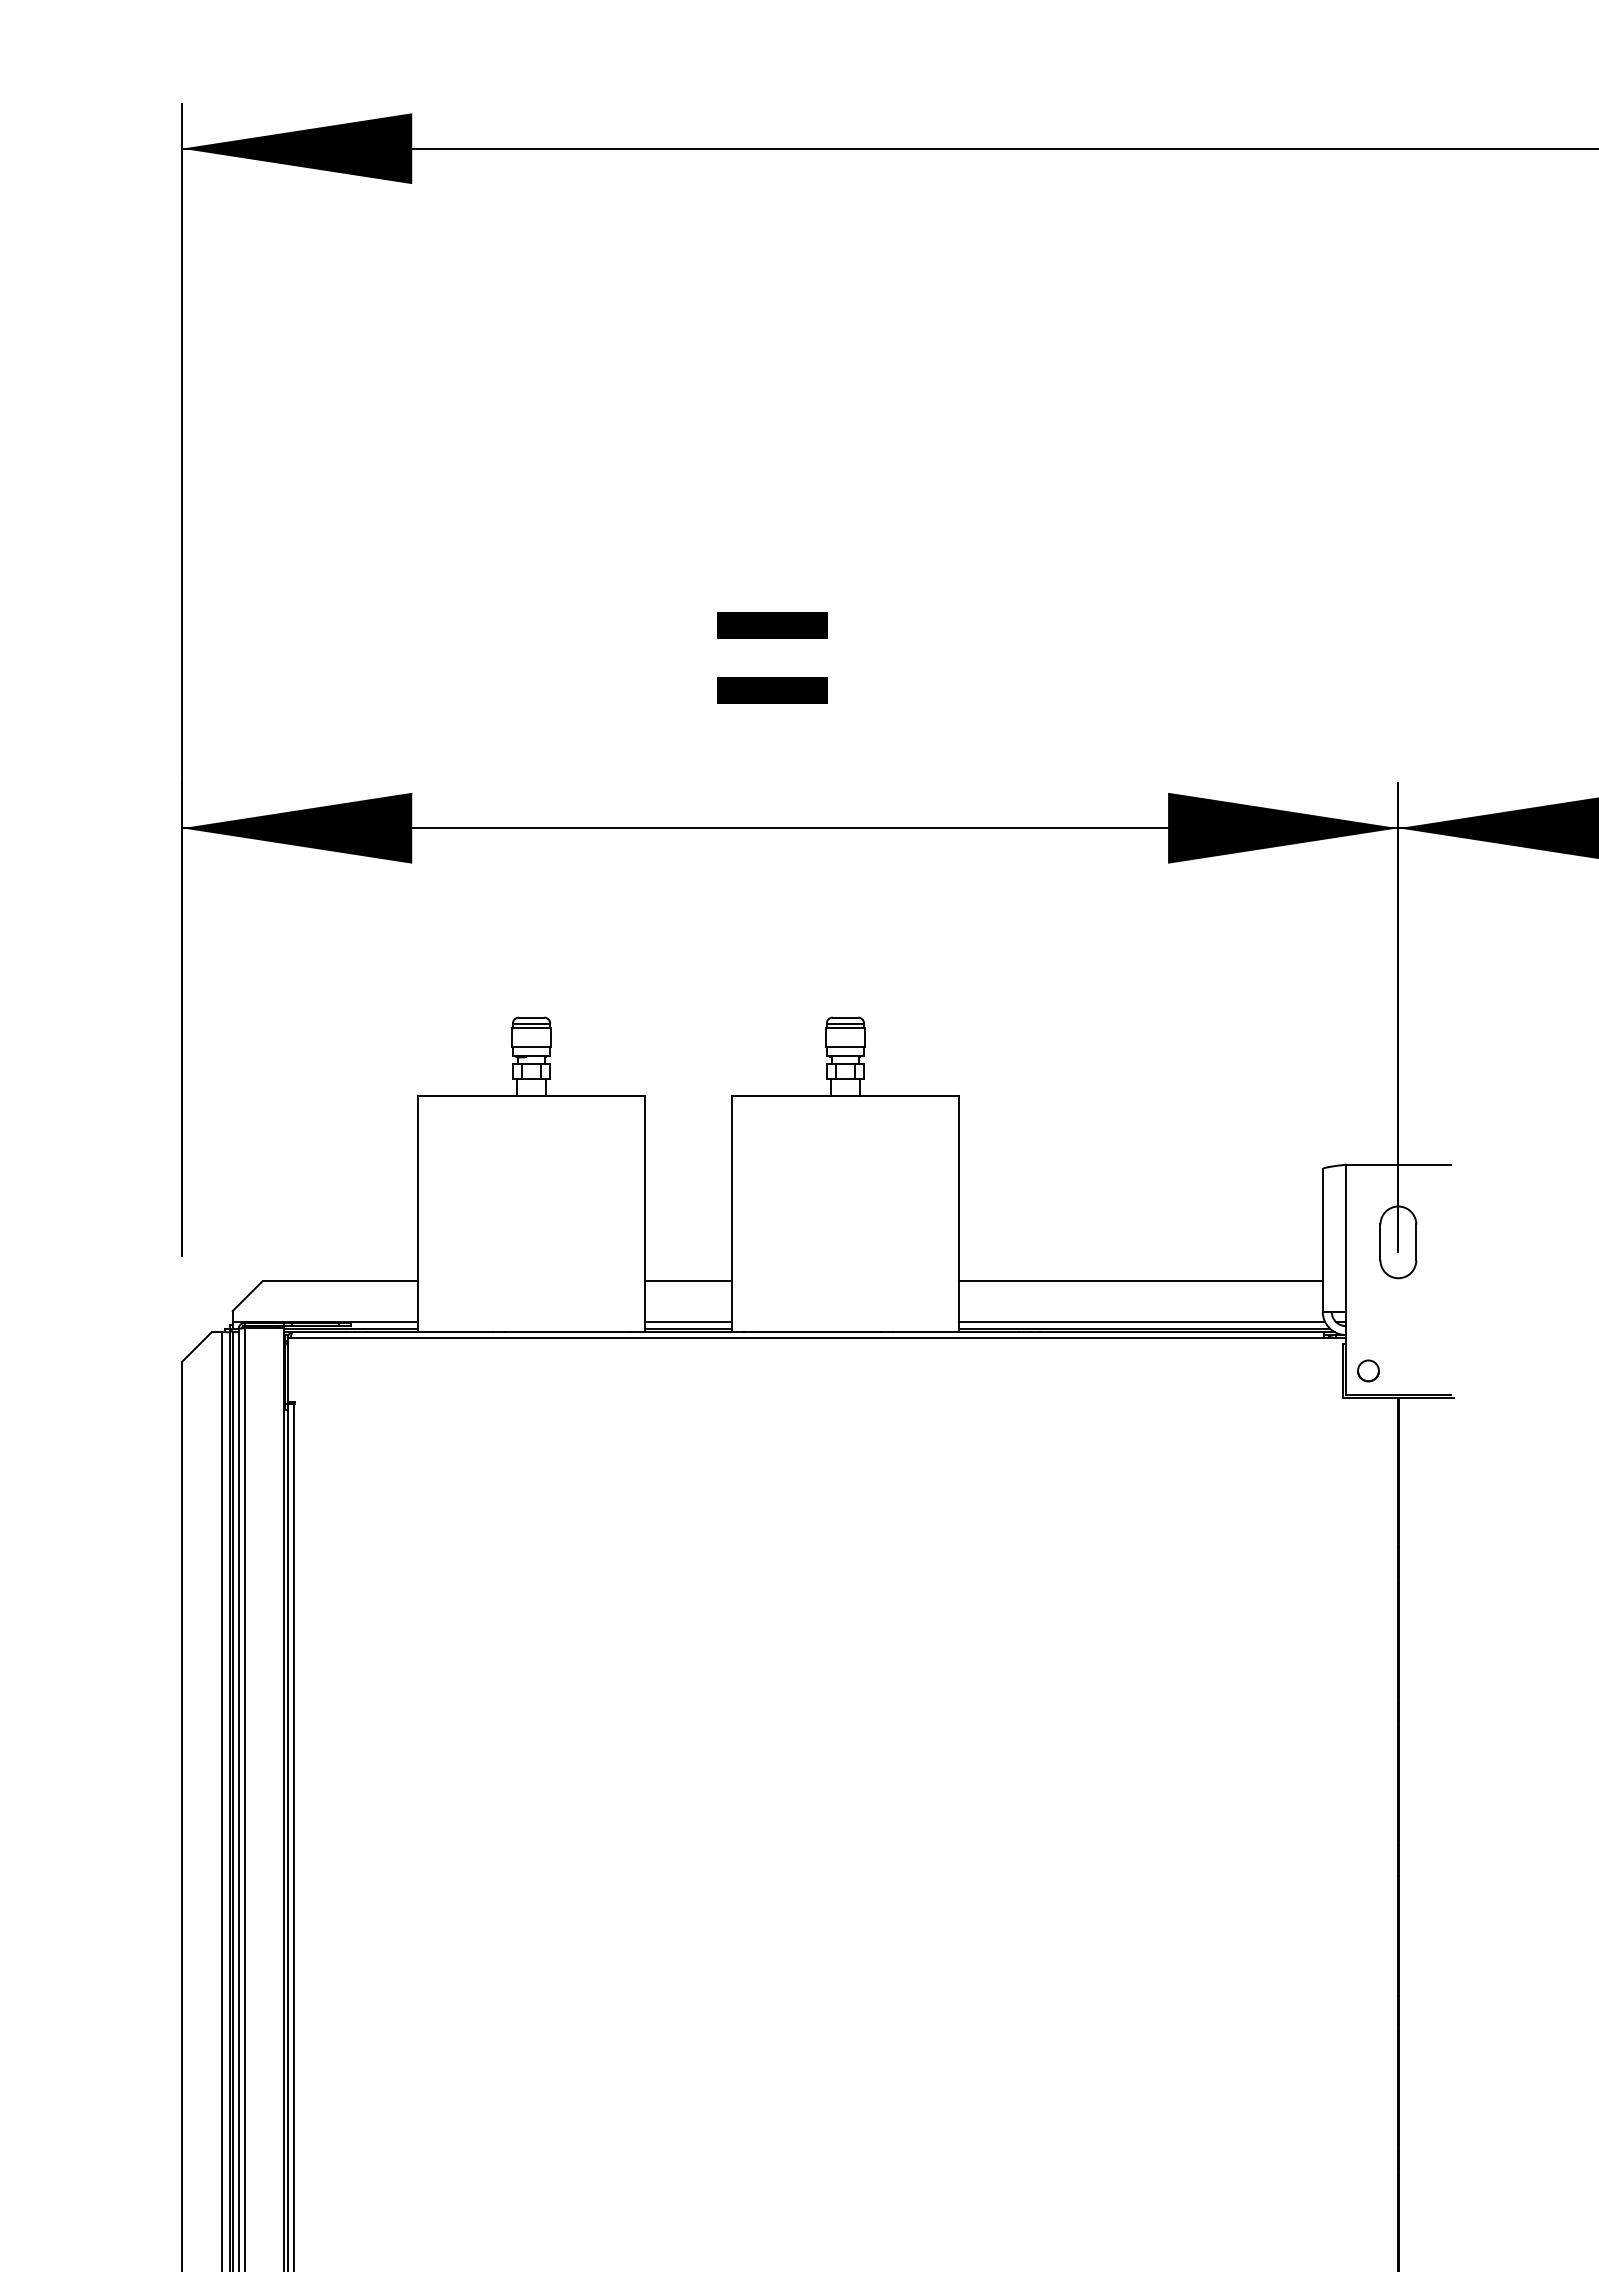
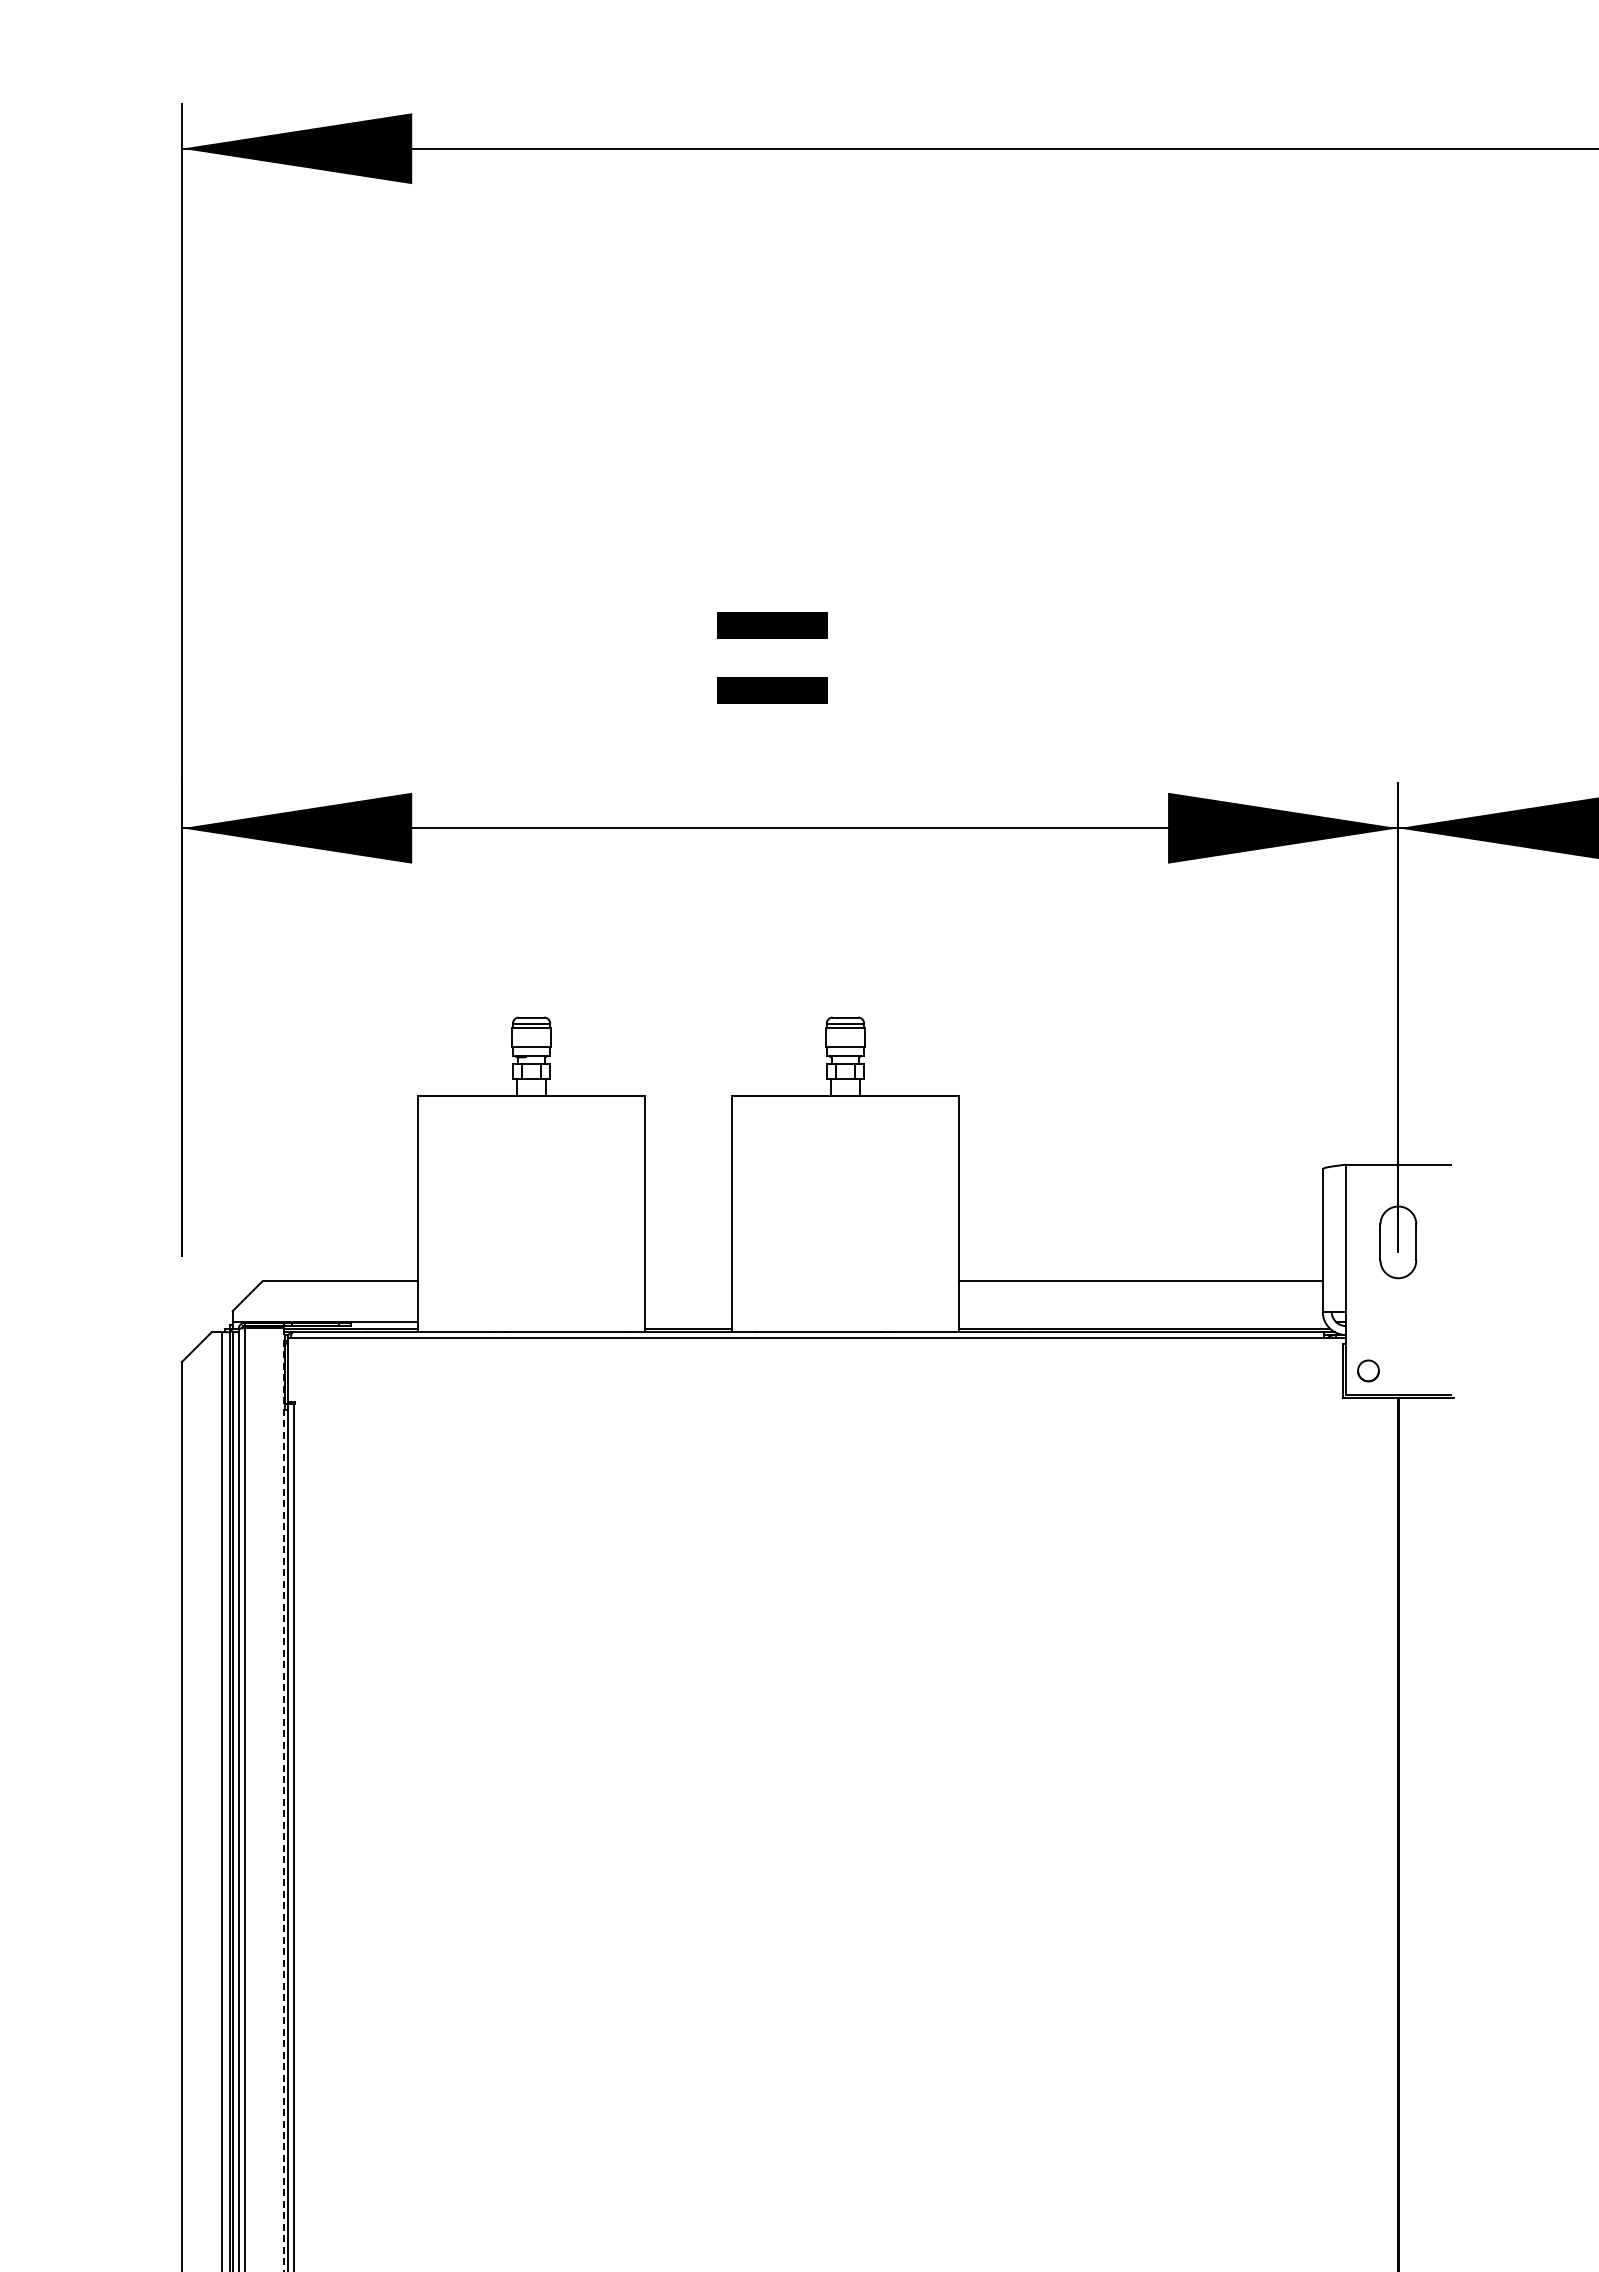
line at (688, 1281): present -> none
line at (688, 1321): present -> none
line at (1141, 1321): present -> none
line at (283, 1799): solid -> dashed
